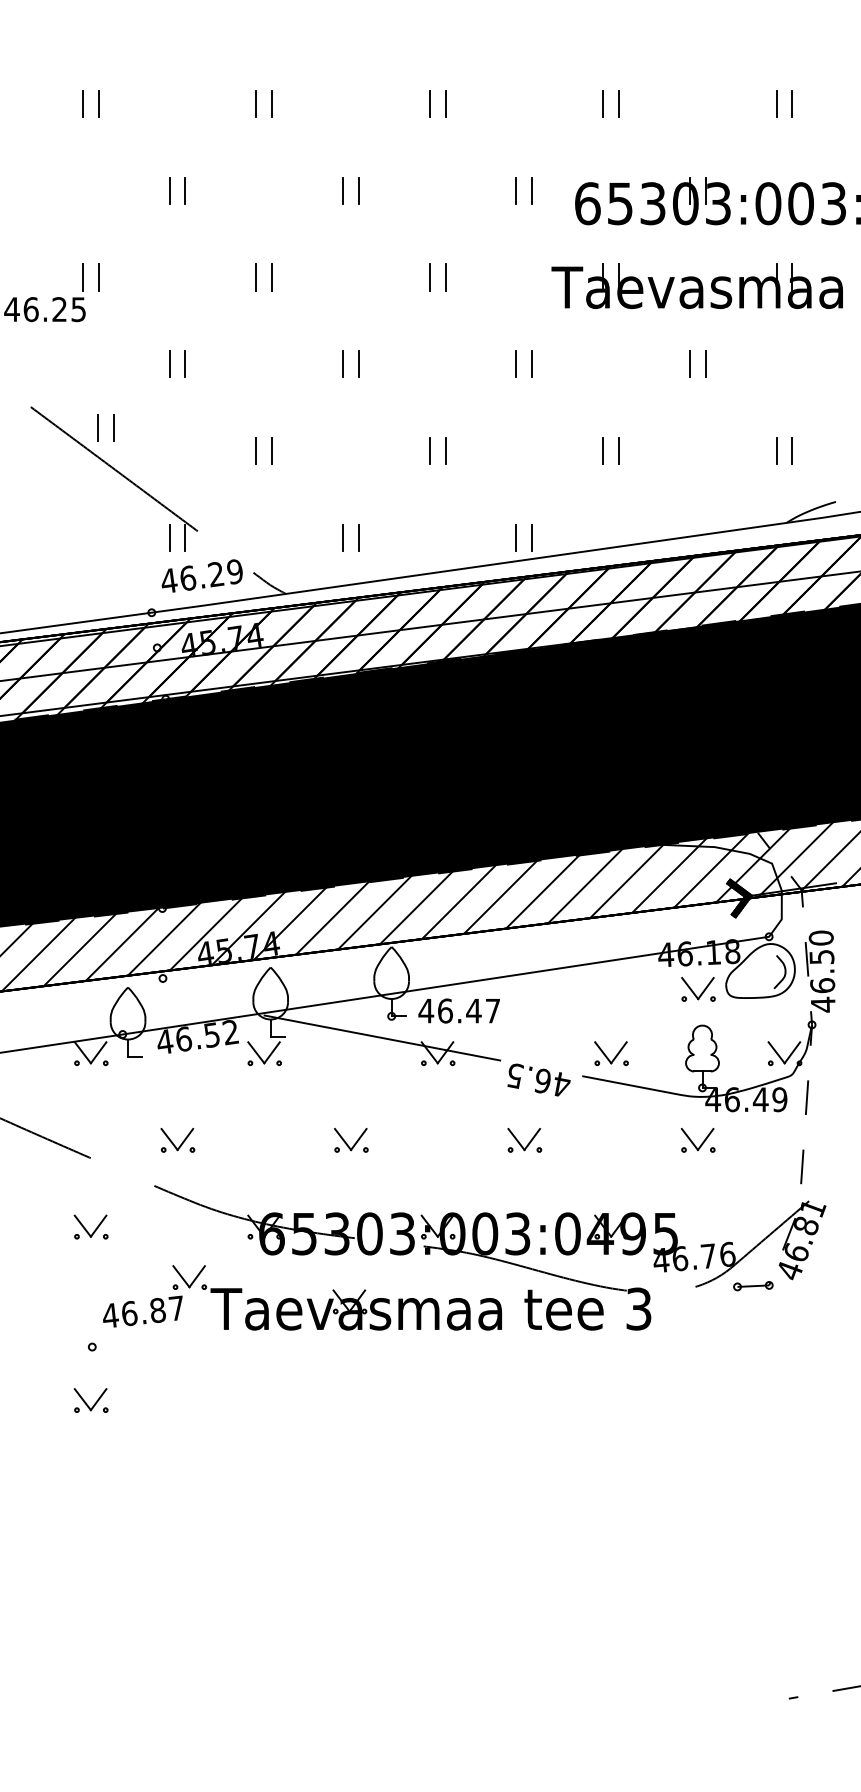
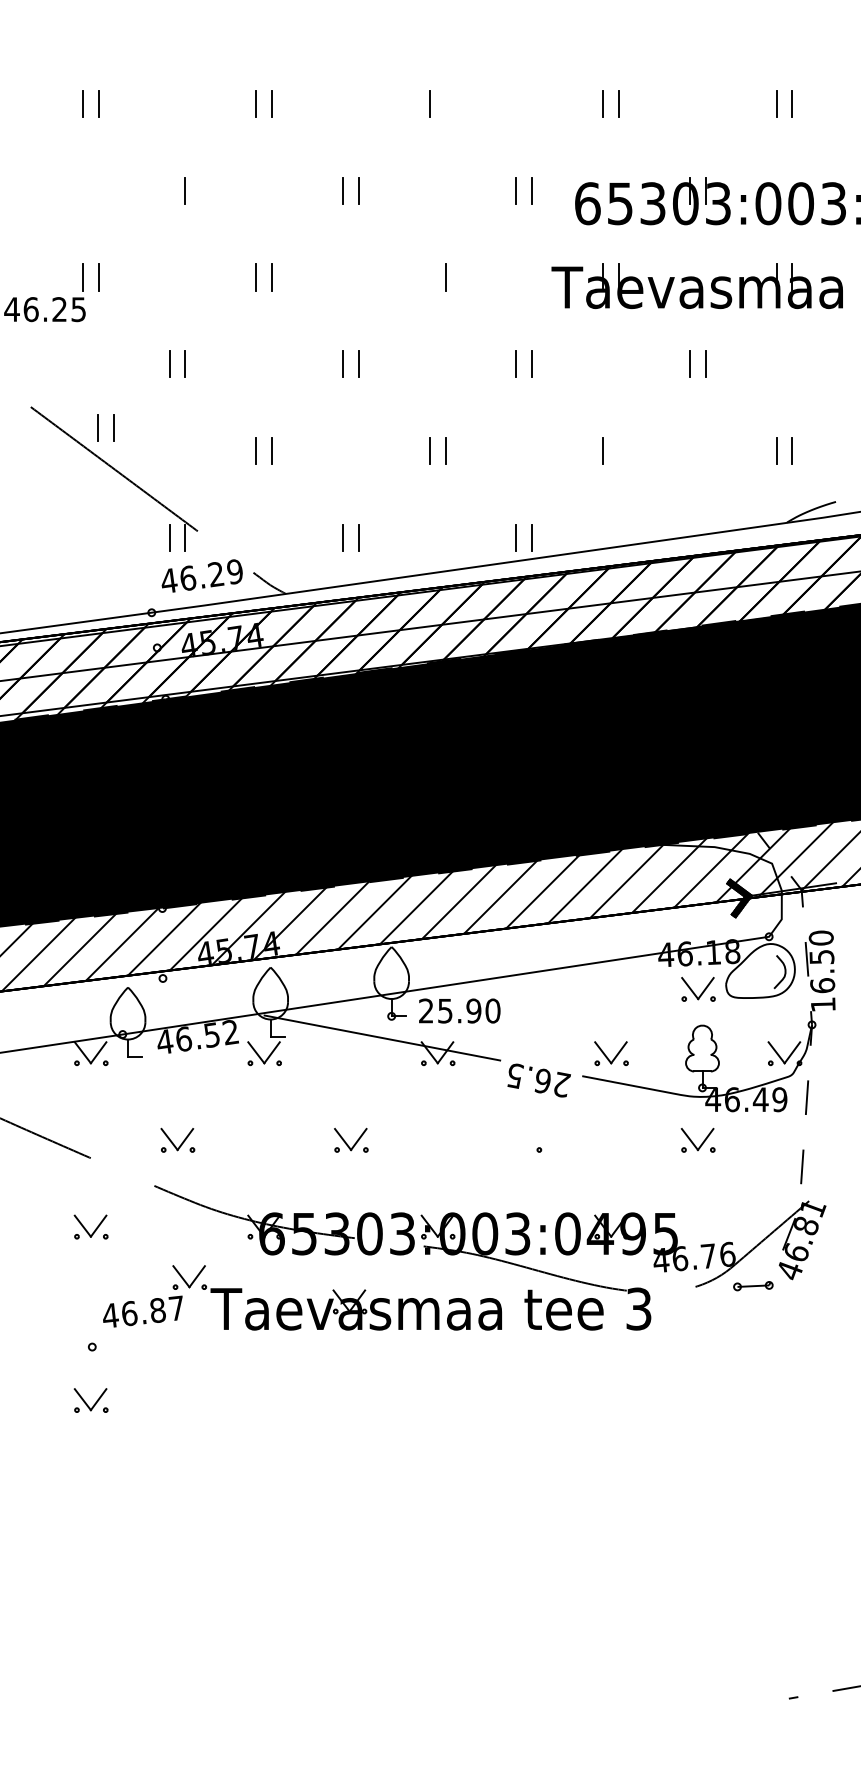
line at (445, 103): present -> none
line at (169, 190): present -> none
line at (429, 277): present -> none
line at (618, 450): present -> none
text at (823, 1004): 46.50 -> 16.50
text at (459, 1010): 46.47 -> 25.90
text at (562, 1084): 46.5 -> 26.5
part at (523, 1139): present -> none
